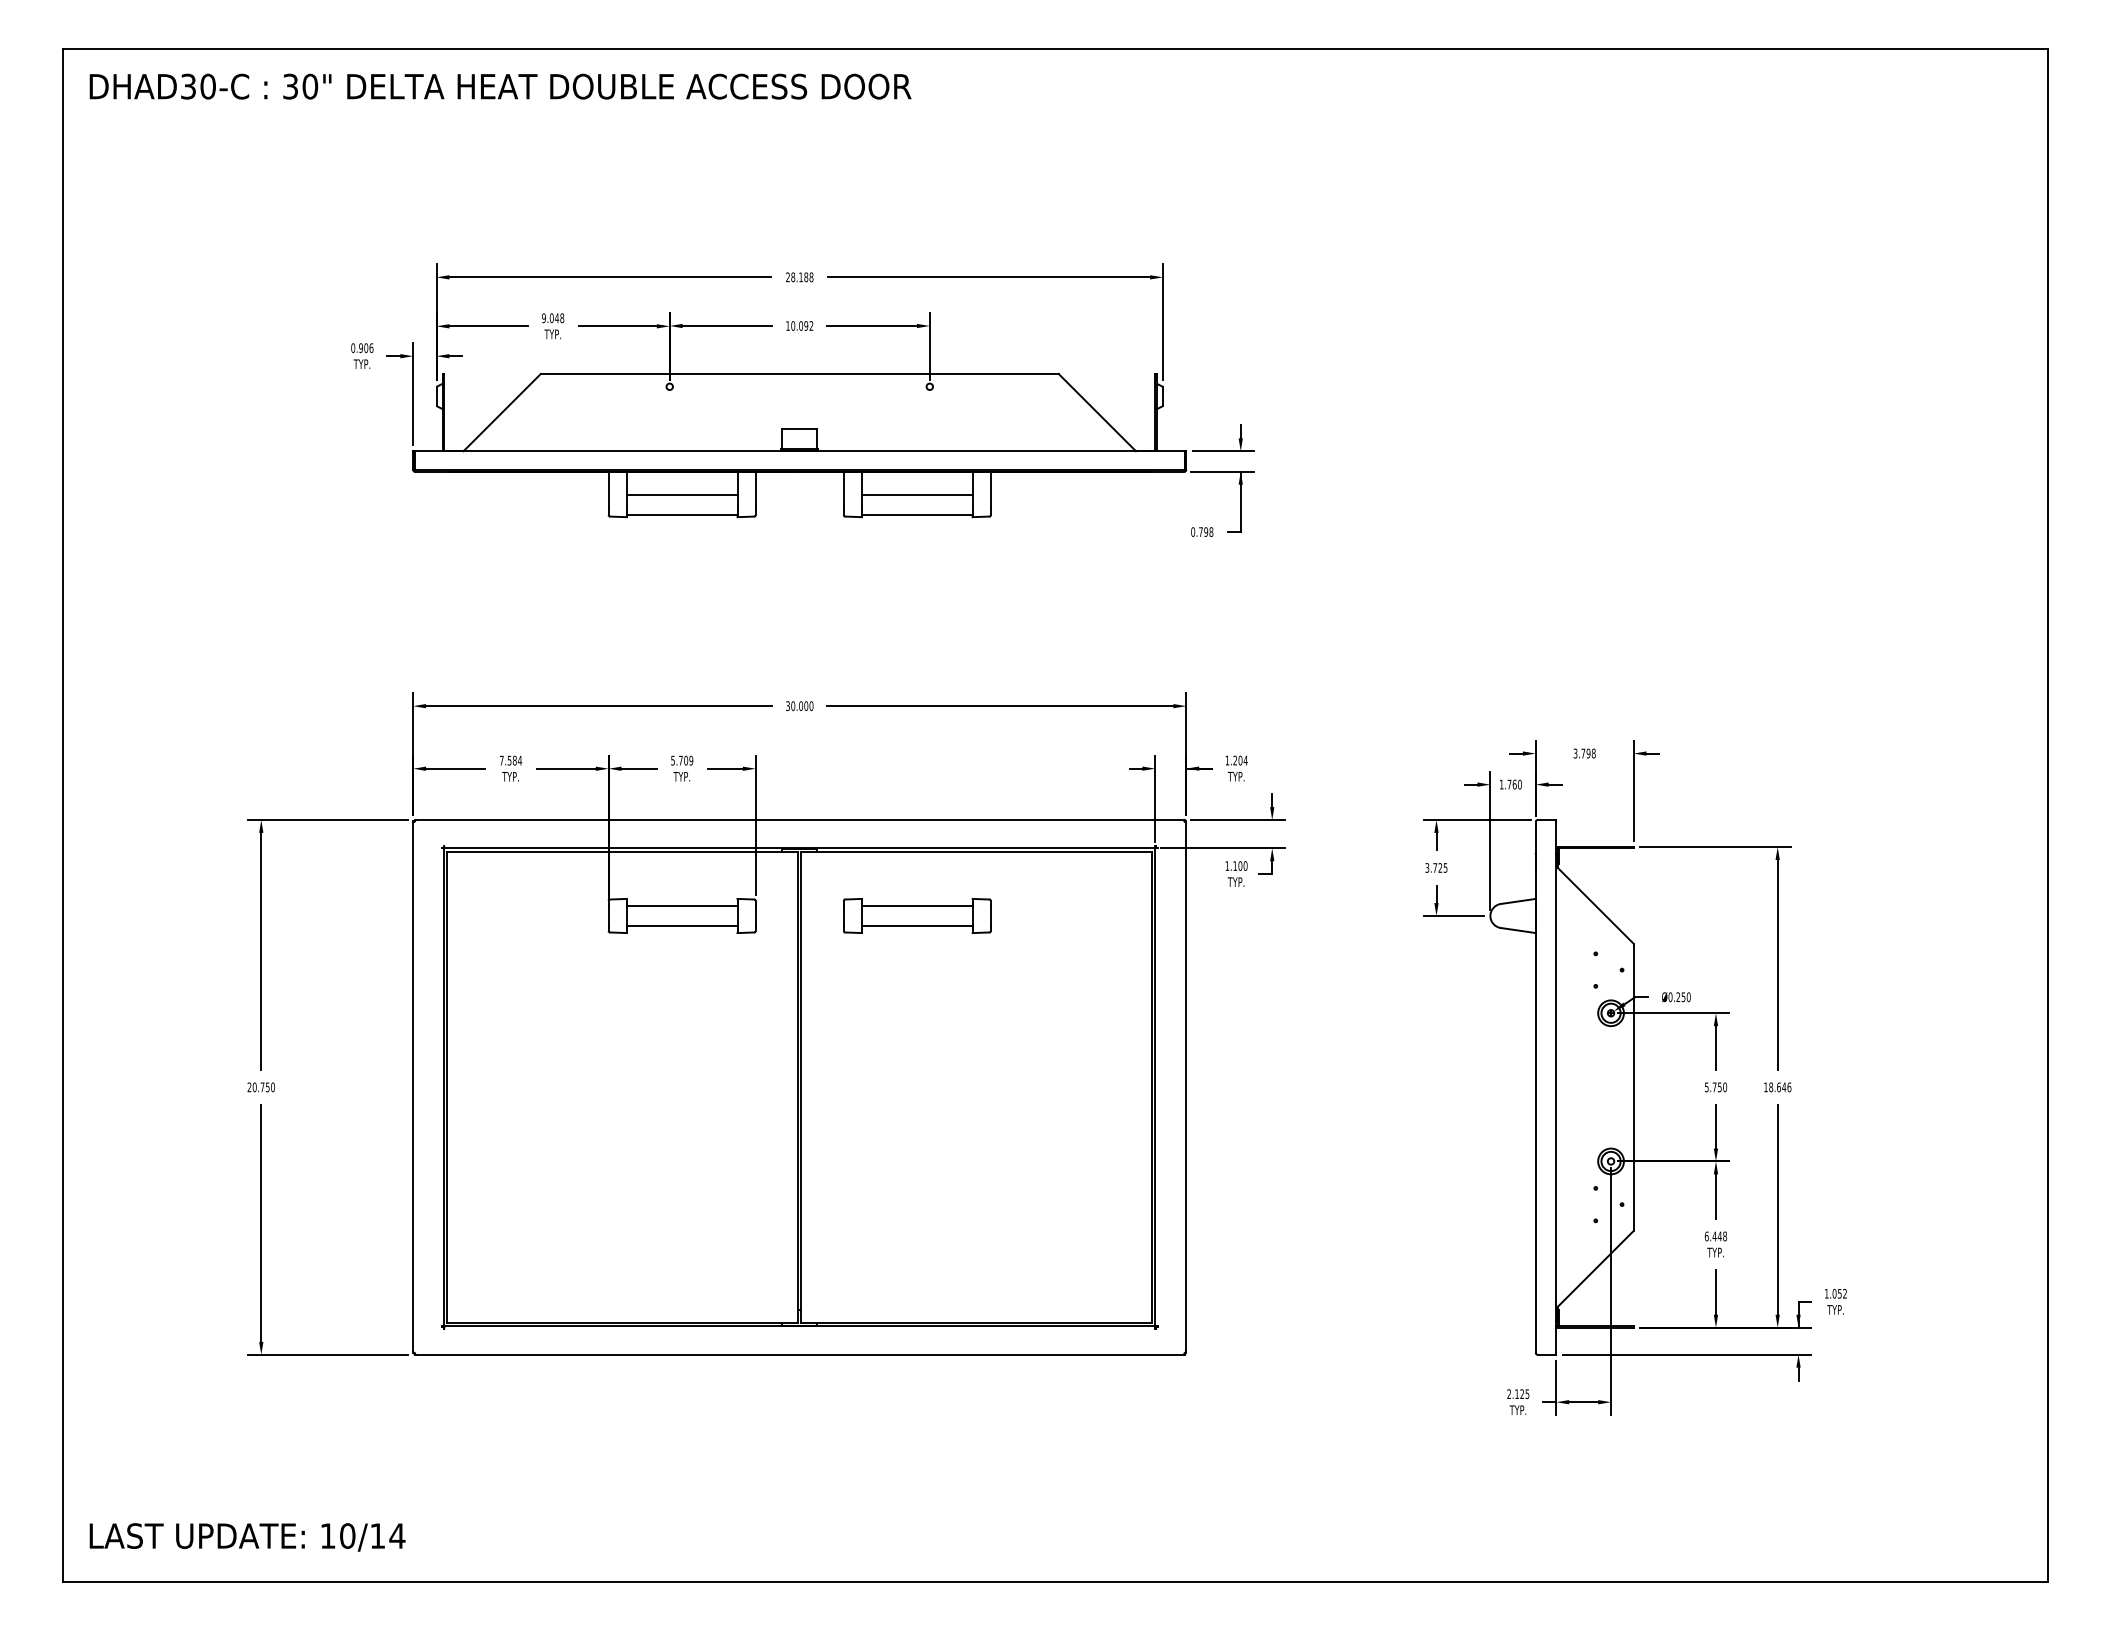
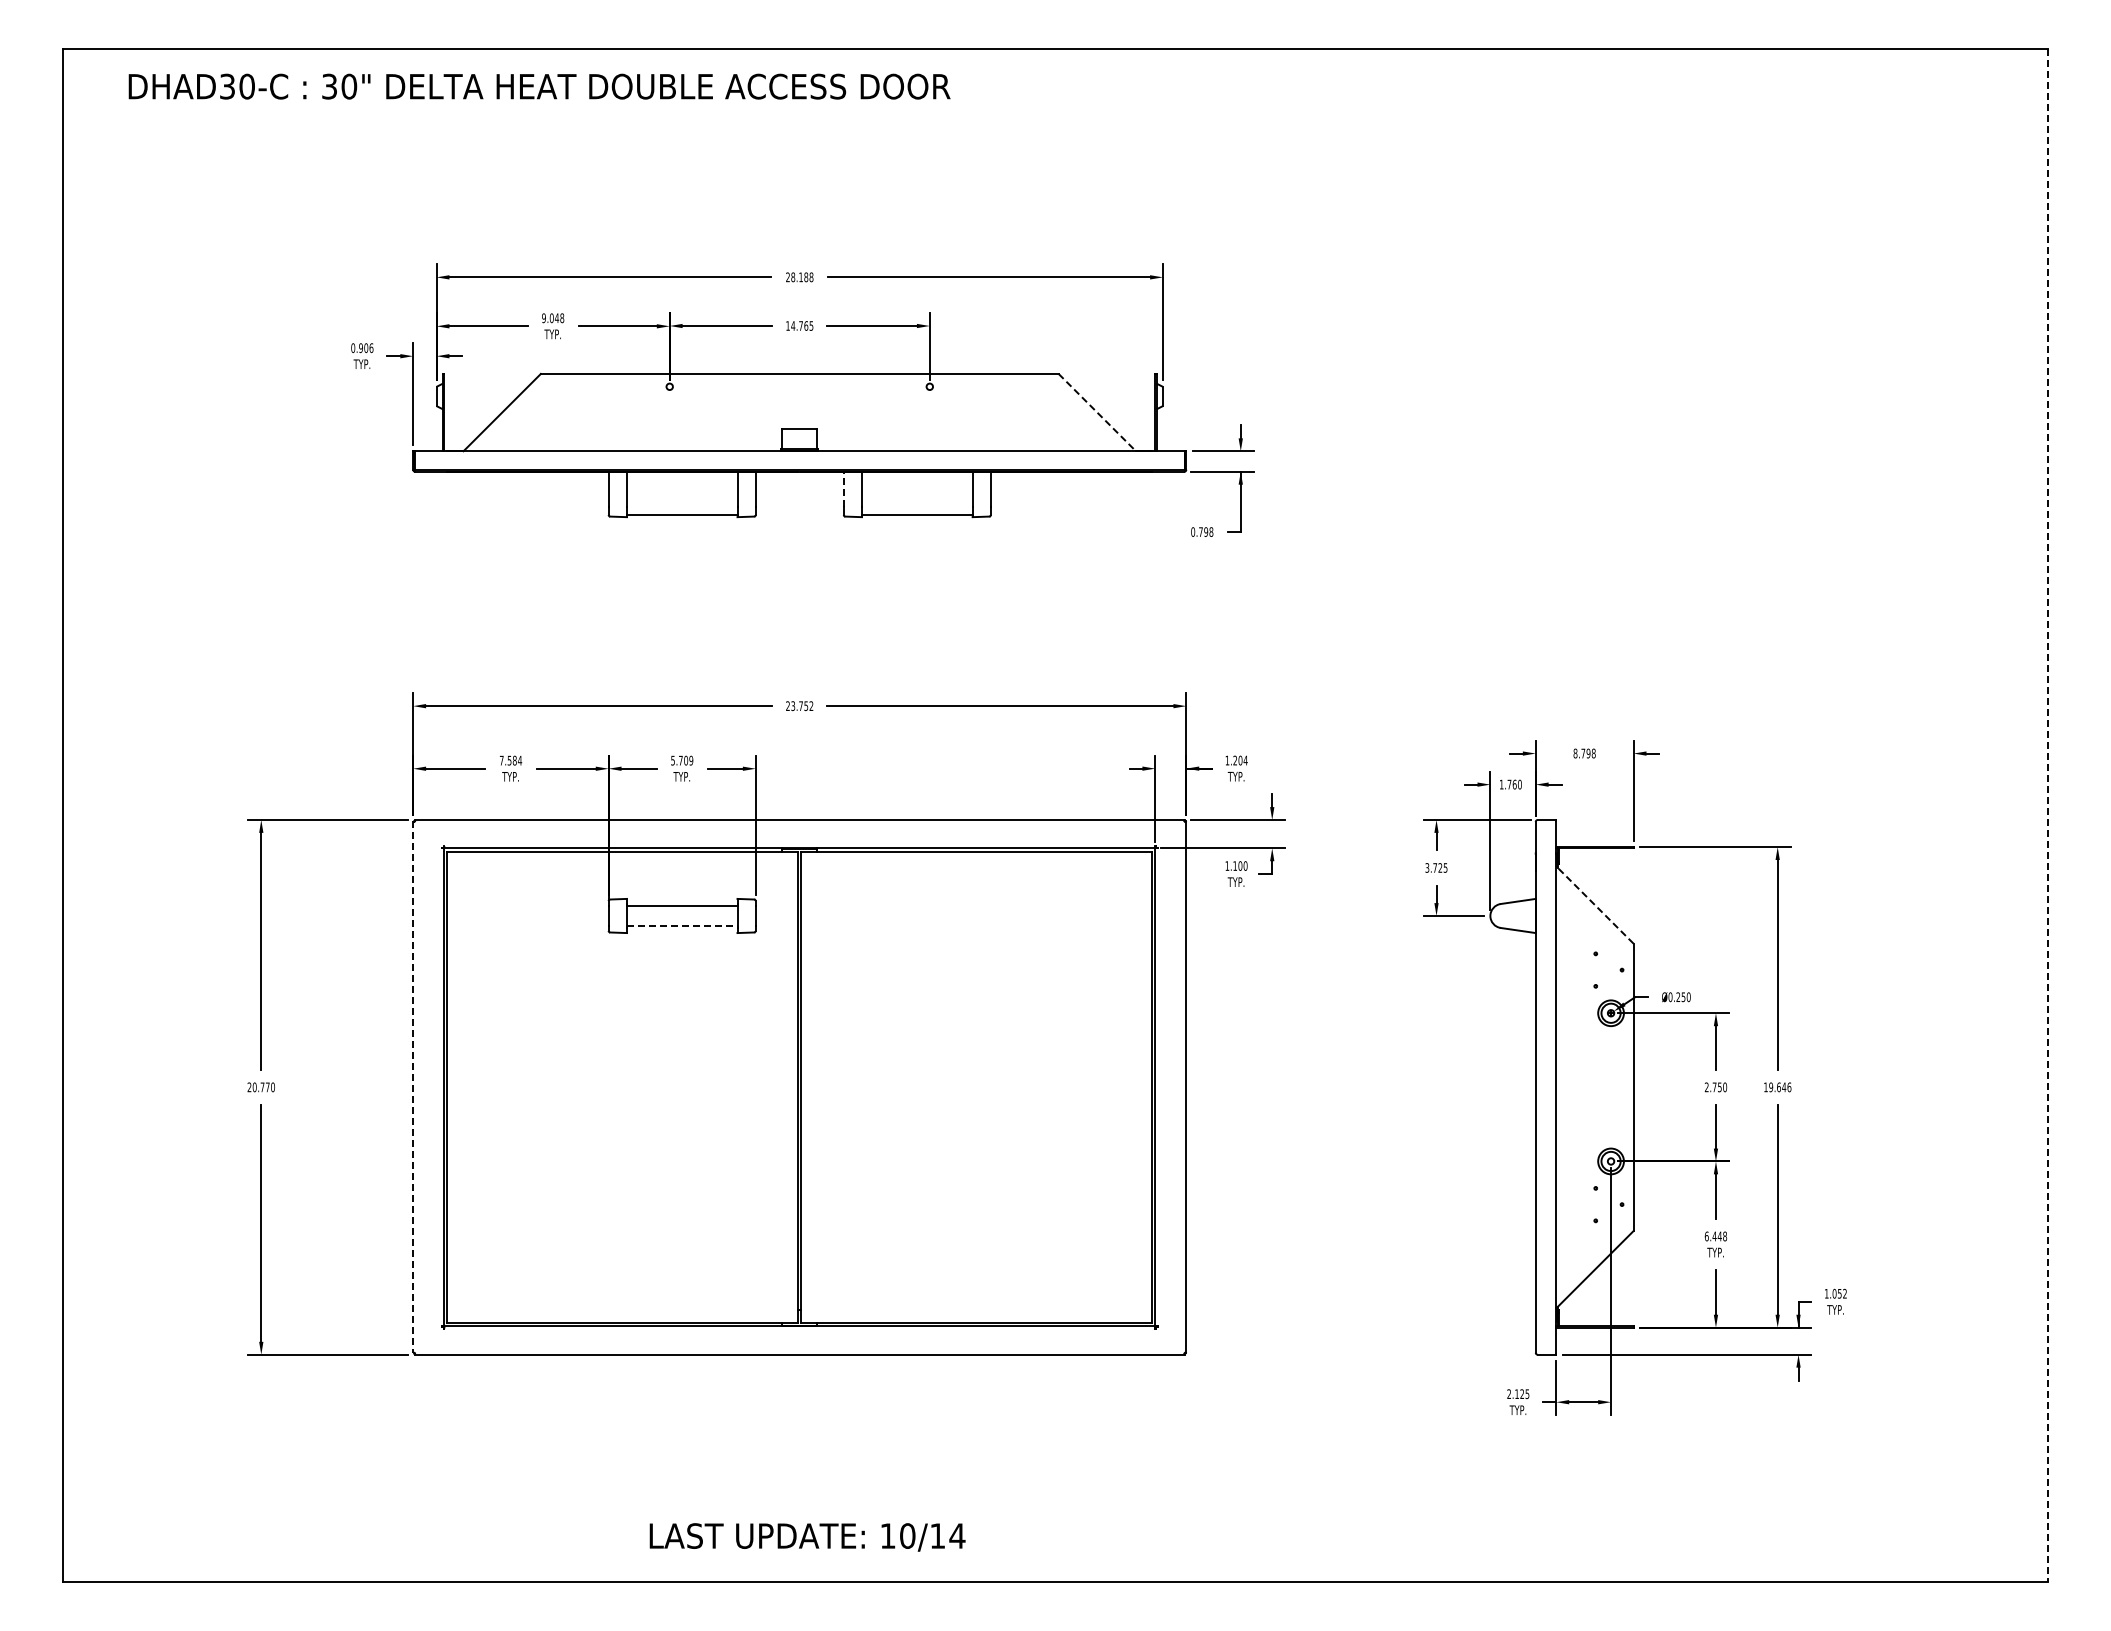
text at (500, 86) position: (500, 86) -> (539, 86)
text at (802, 325): 10.092 -> 14.765
line at (1097, 412): solid -> dashed
line at (843, 488): solid -> dashed
line at (681, 495): present -> none
line at (917, 495): present -> none
text at (799, 706): 30.000 -> 23.752
text at (1575, 753): 3.798 -> 8.798
line at (2047, 815): solid -> dashed
line at (1594, 905): solid -> dashed
part at (917, 915): present -> none
line at (682, 925): solid -> dashed
text at (267, 1087): 20.750 -> 20.770
line at (413, 1087): solid -> dashed
text at (1706, 1087): 5.750 -> 2.750
text at (1771, 1087): 18.646 -> 19.646
text at (247, 1537) position: (247, 1537) -> (807, 1537)
